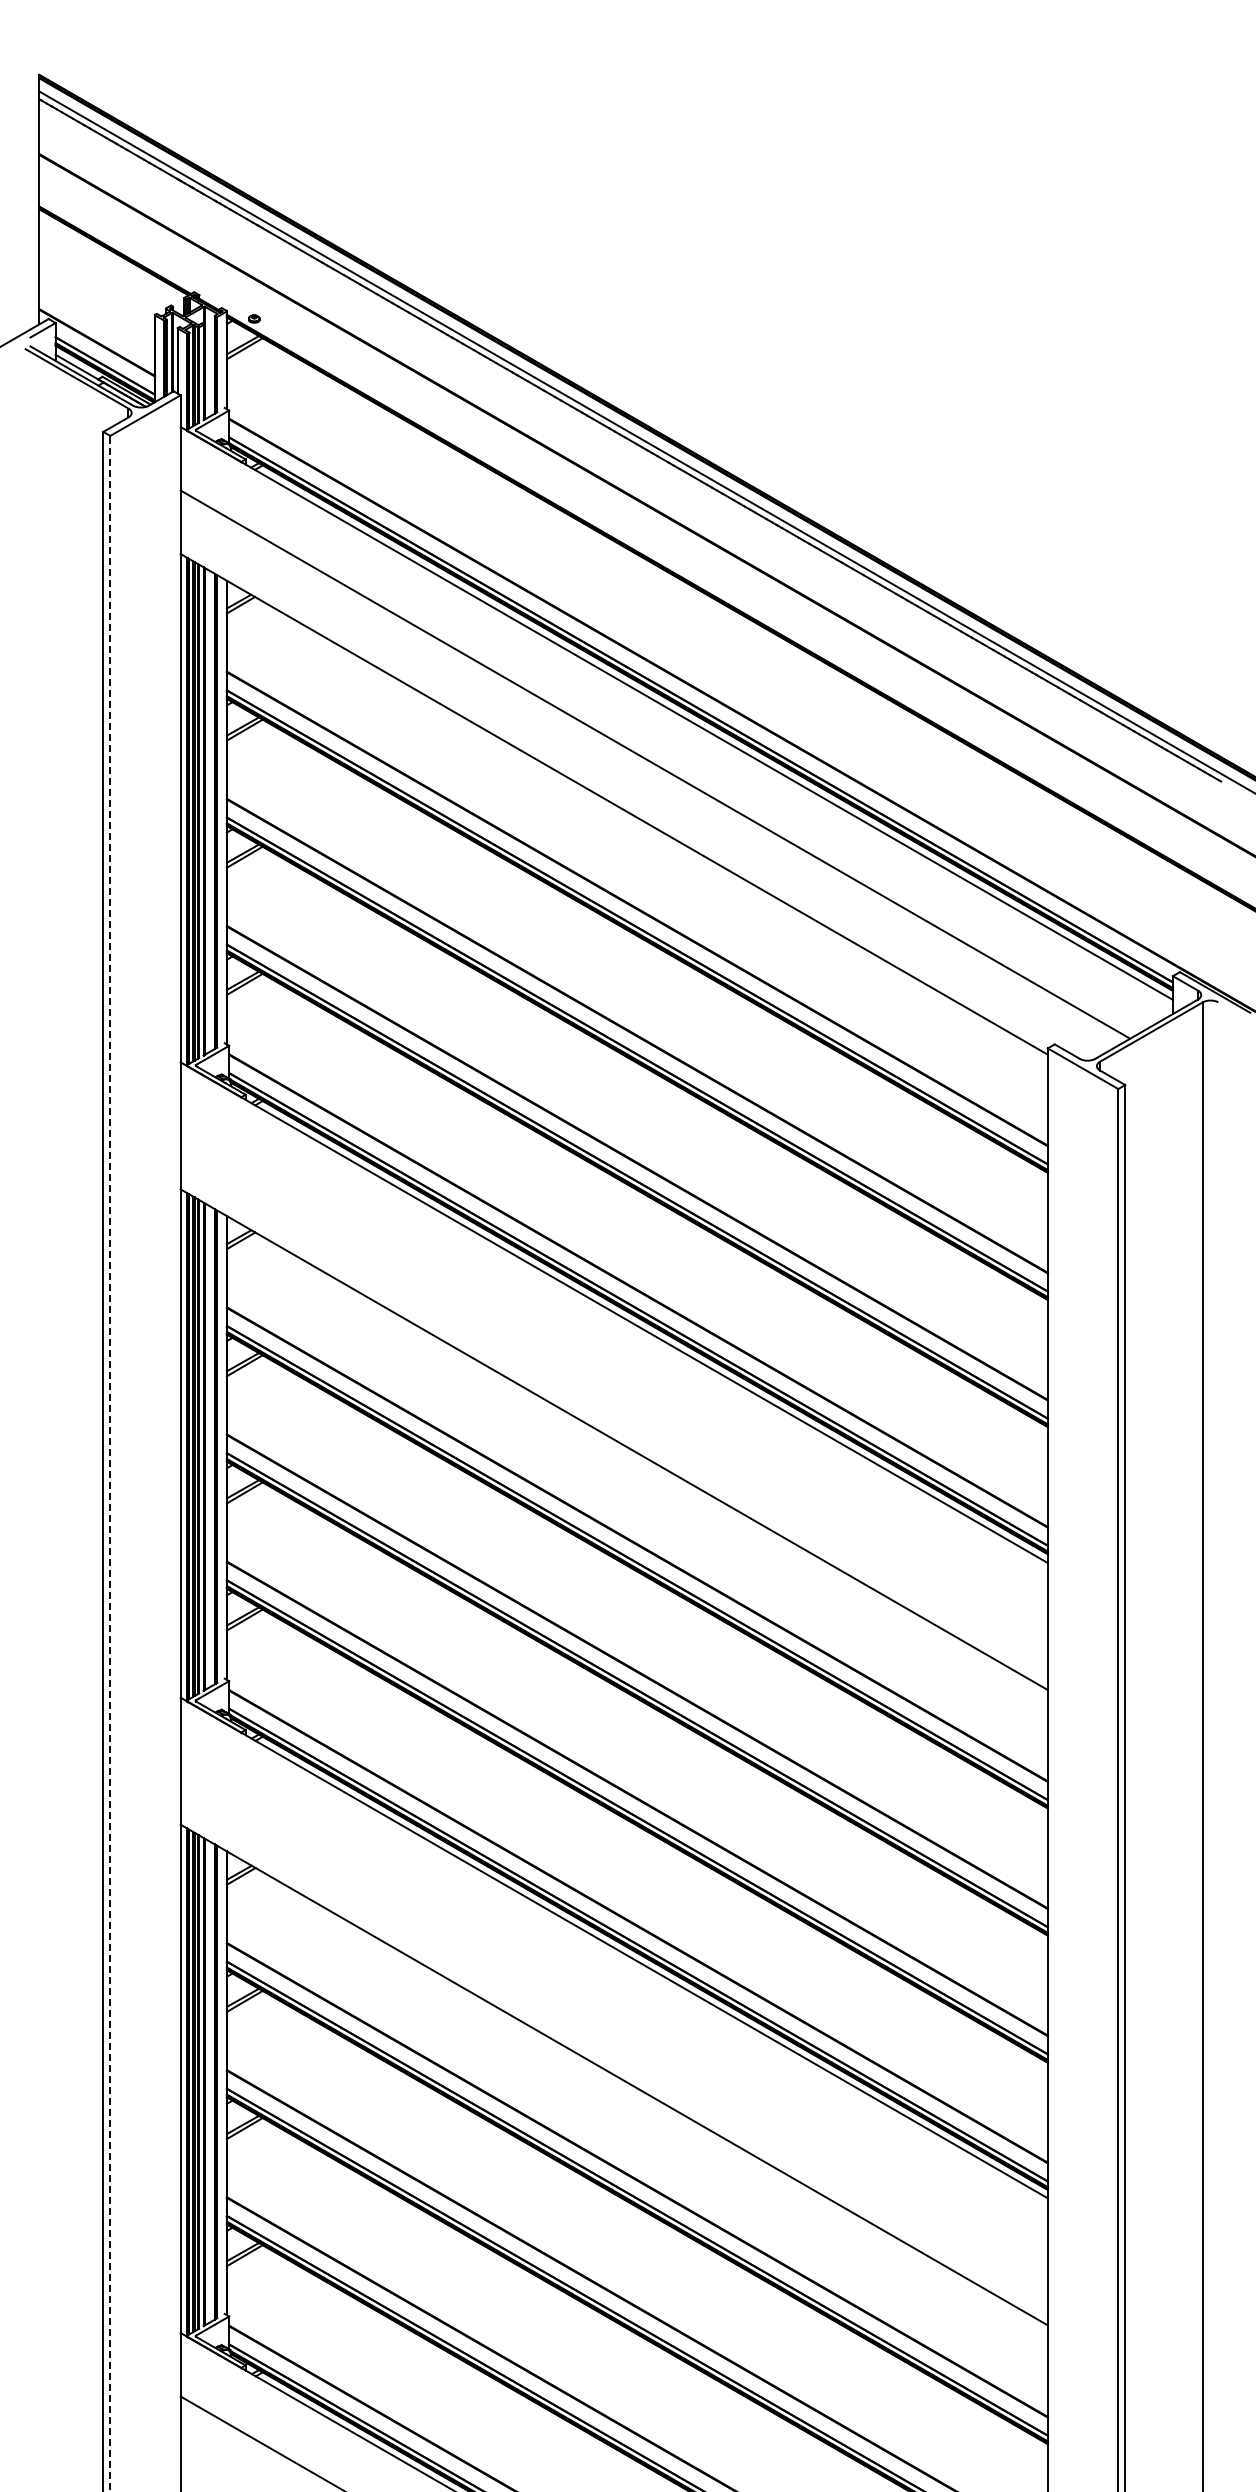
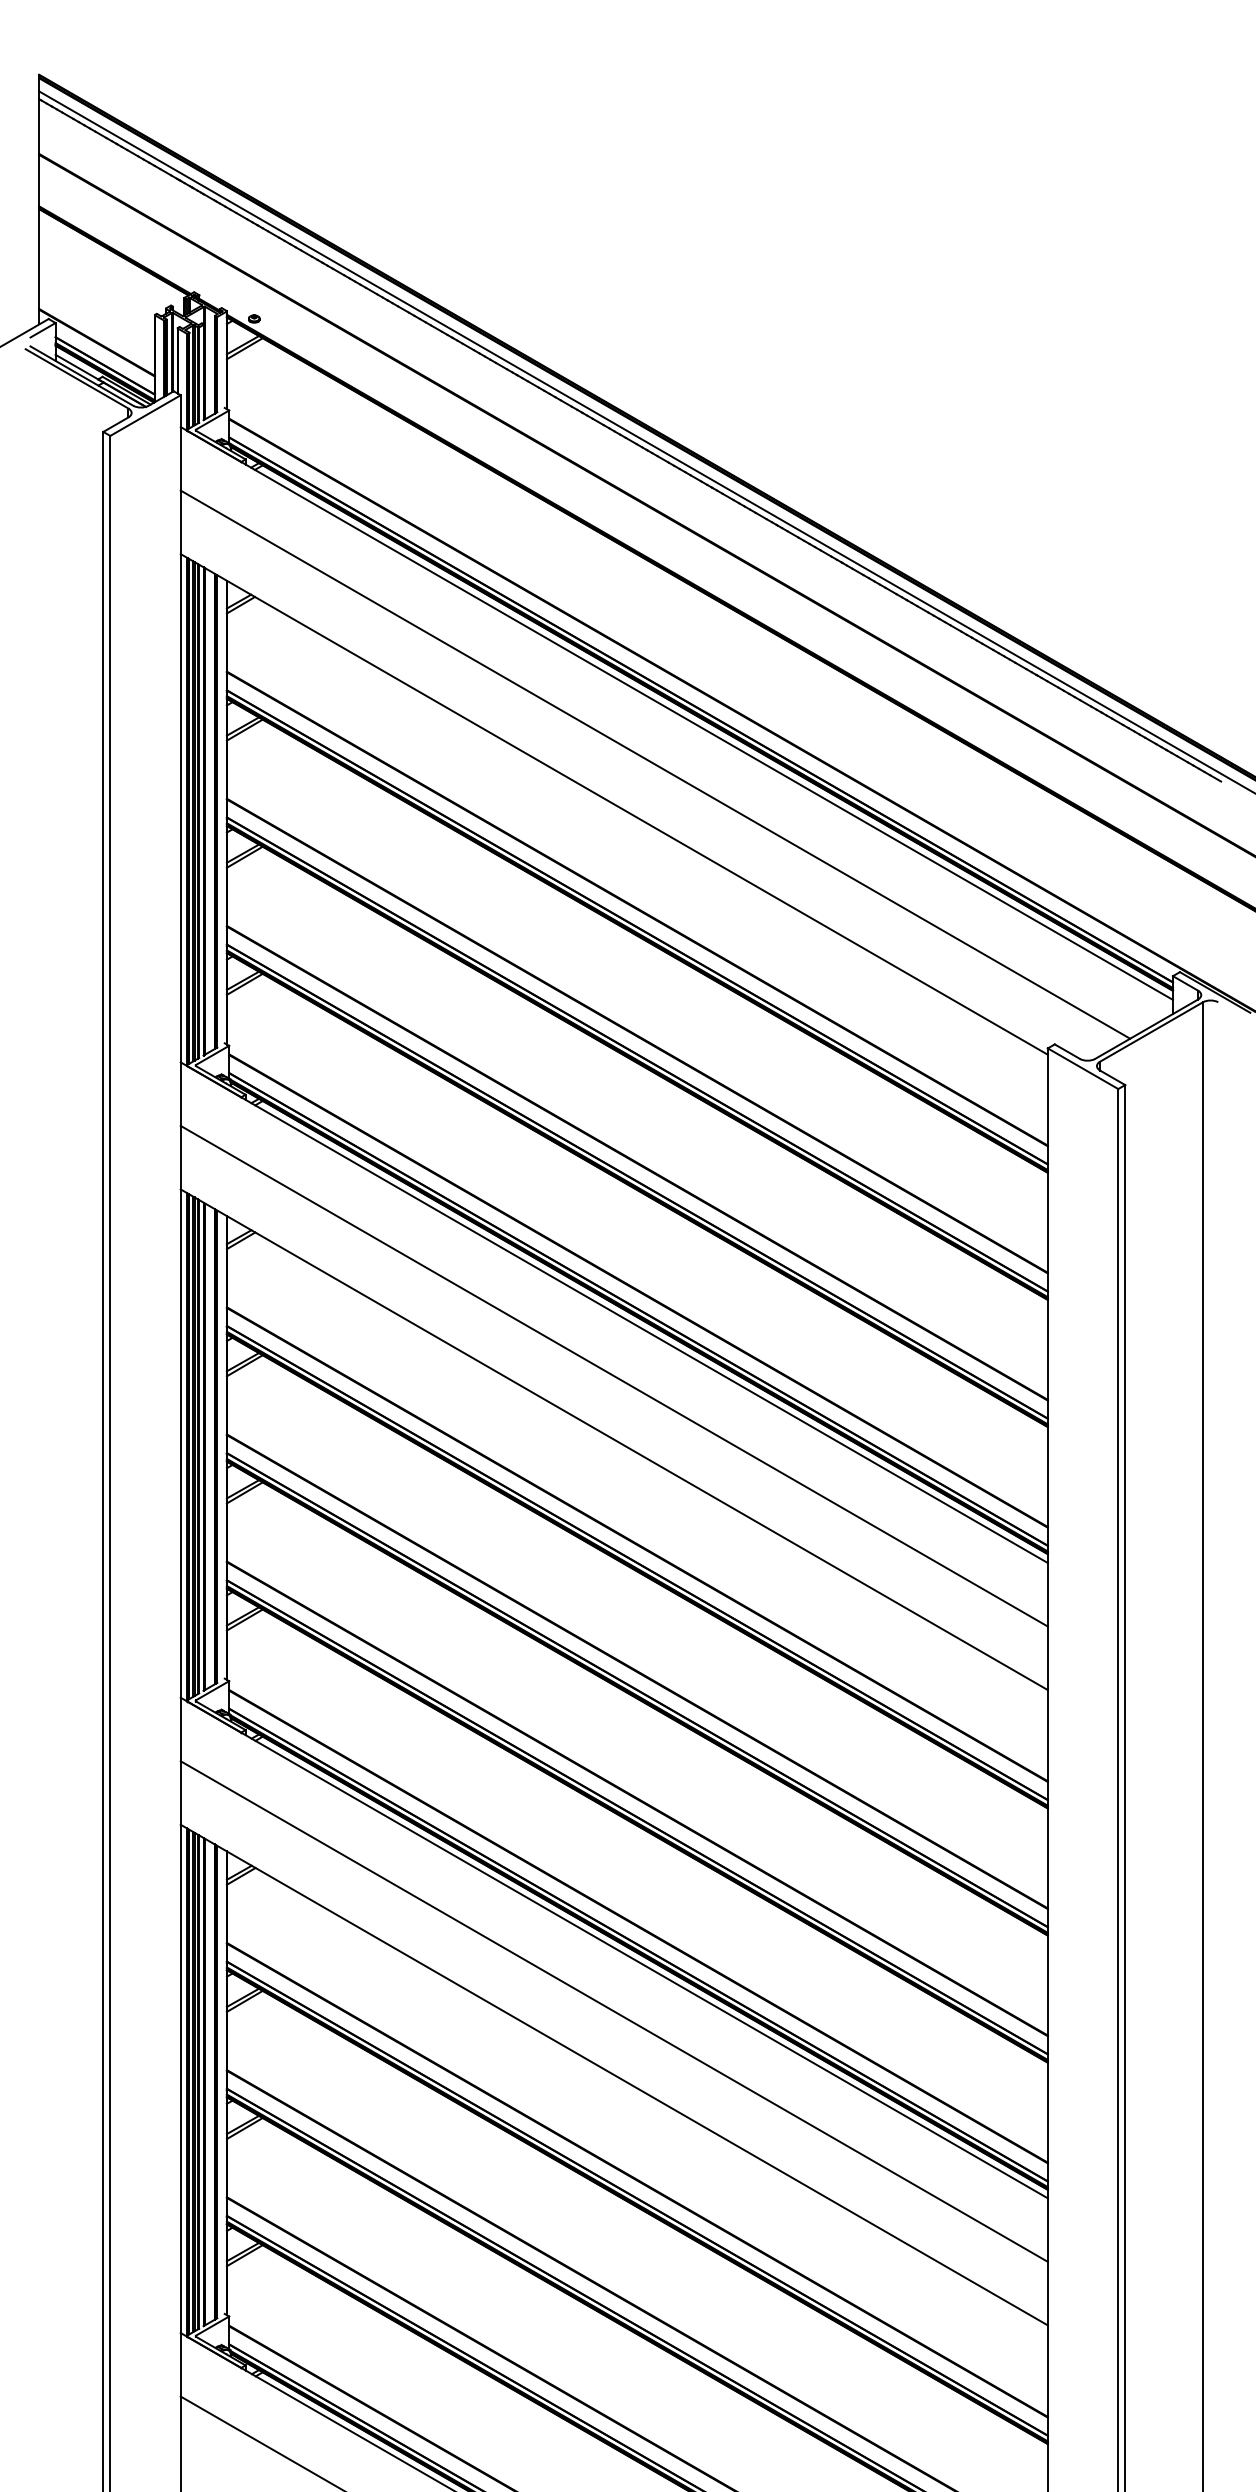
line at (613, 1375): none -> present
line at (110, 1463): dashed -> solid
line at (613, 2011): none -> present
